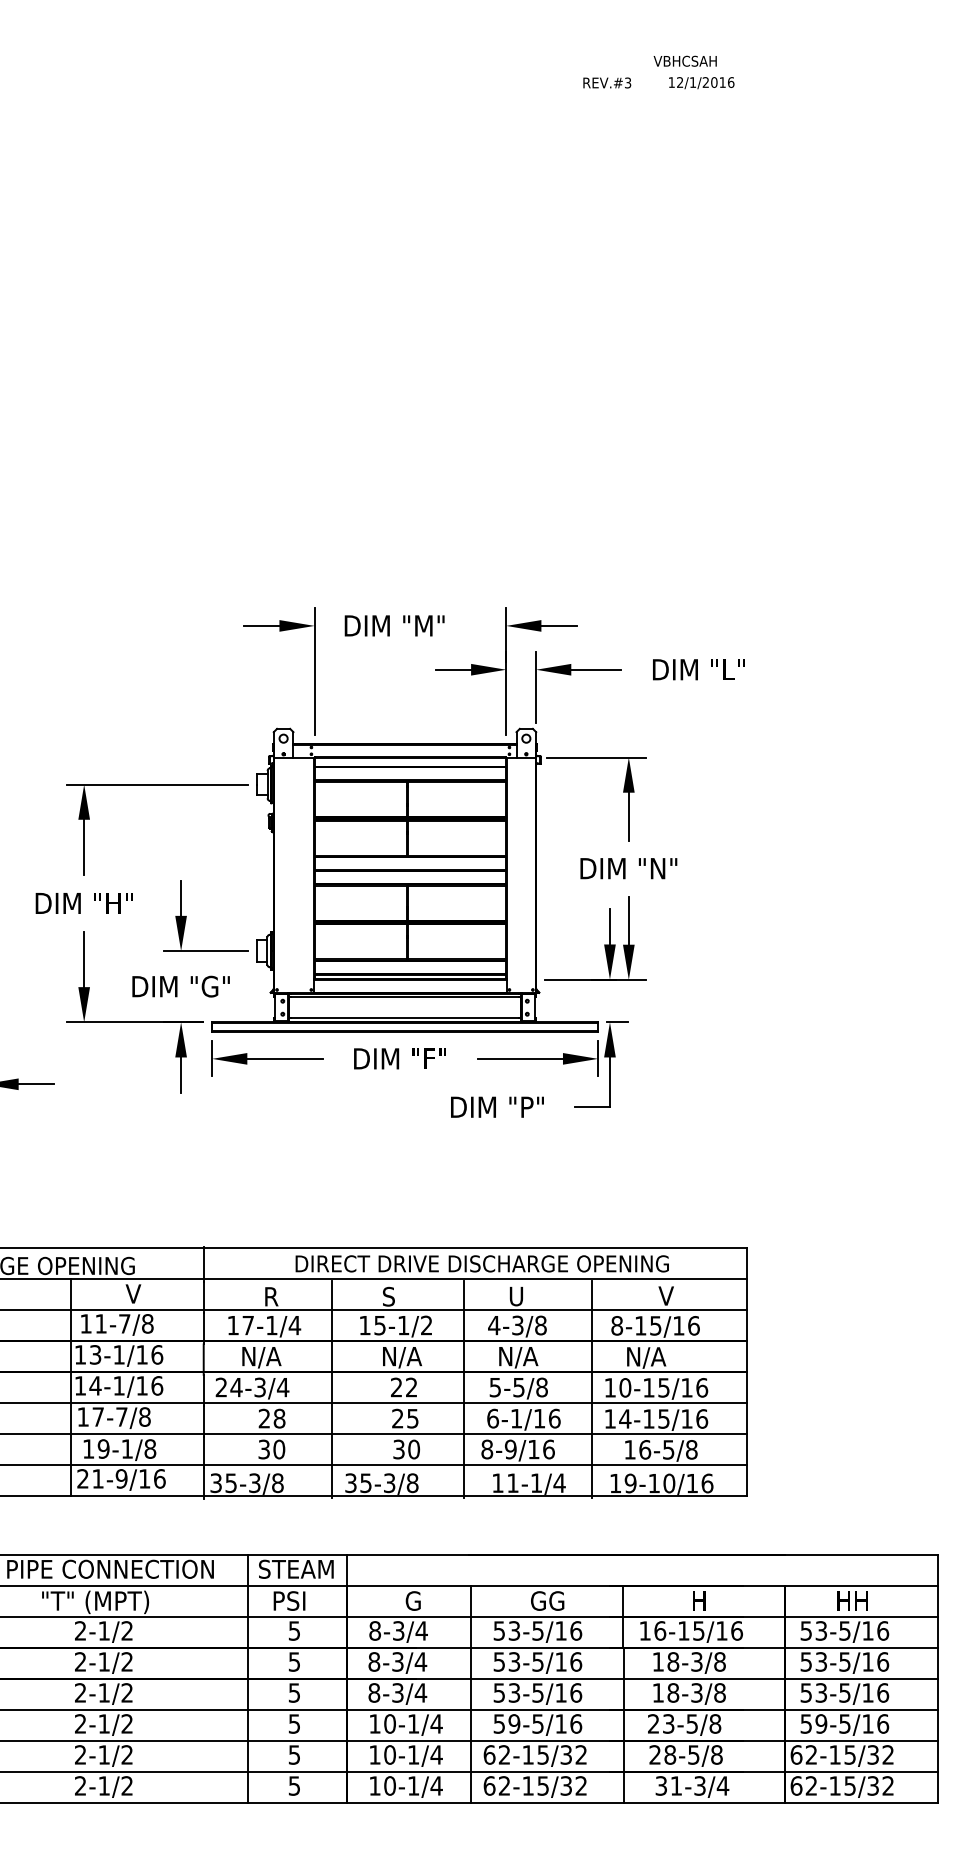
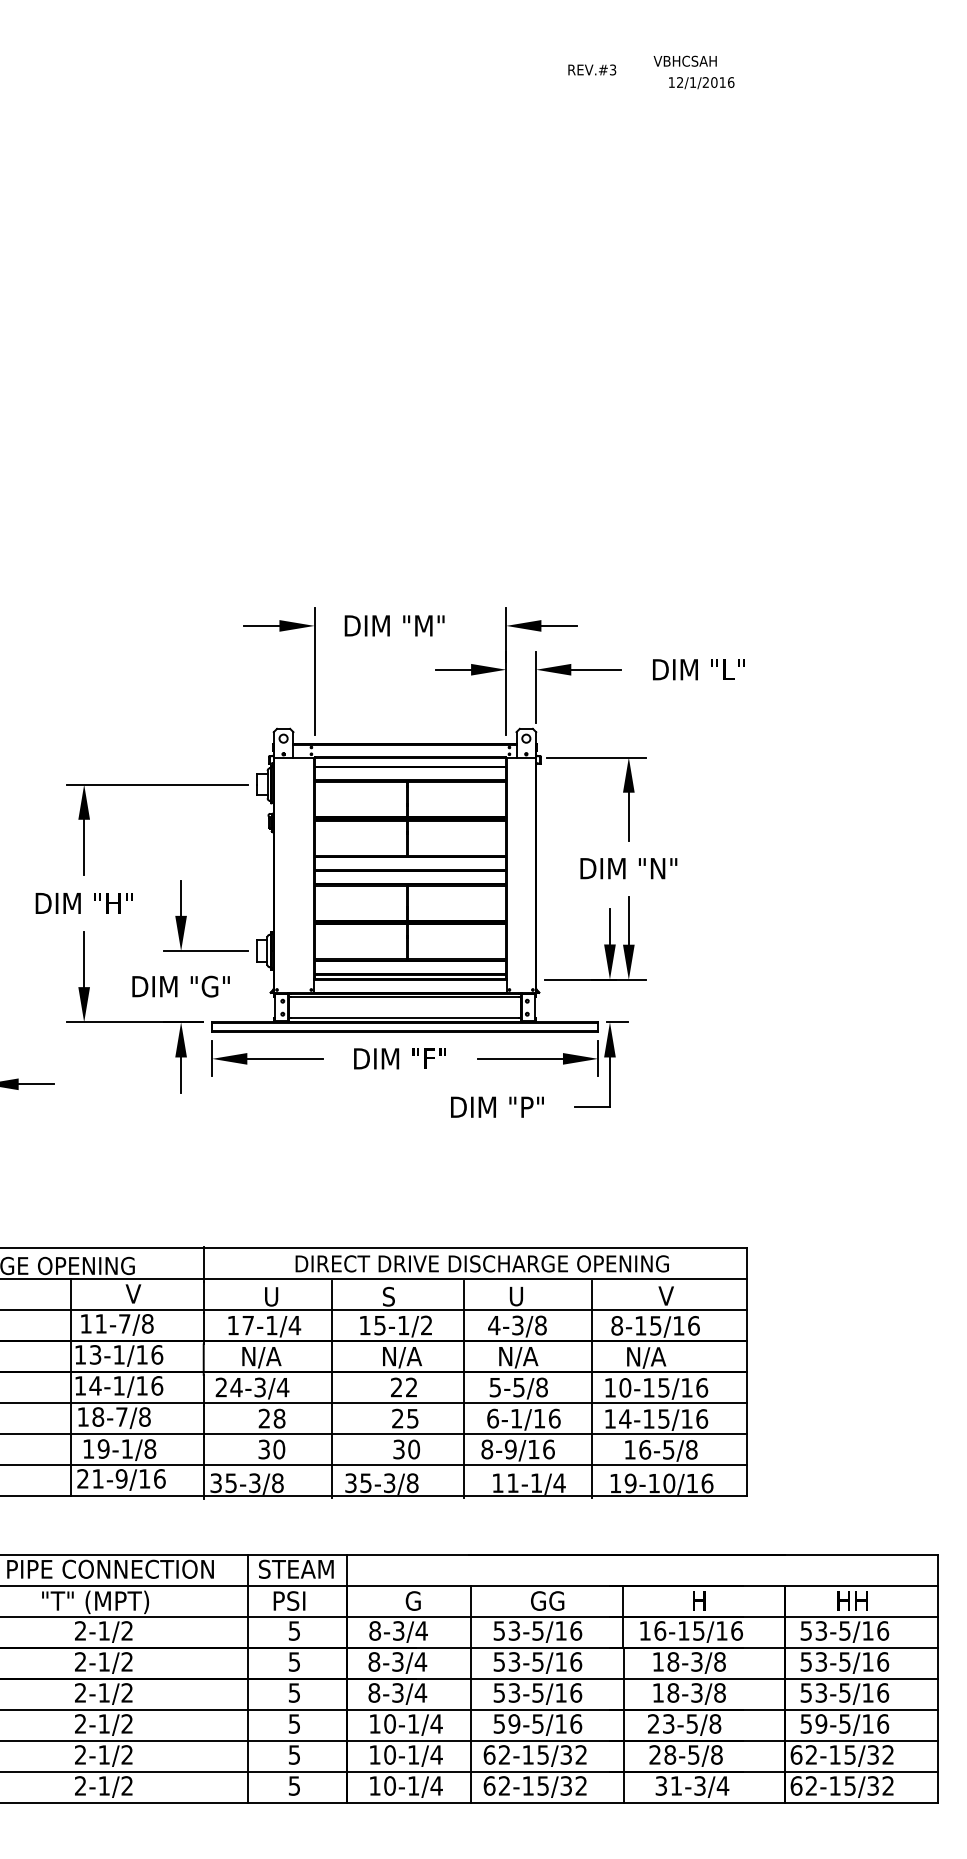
text at (607, 82) position: (607, 82) -> (592, 69)
text at (271, 1296): R -> U
text at (98, 1416): 17-7/8 -> 18-7/8
